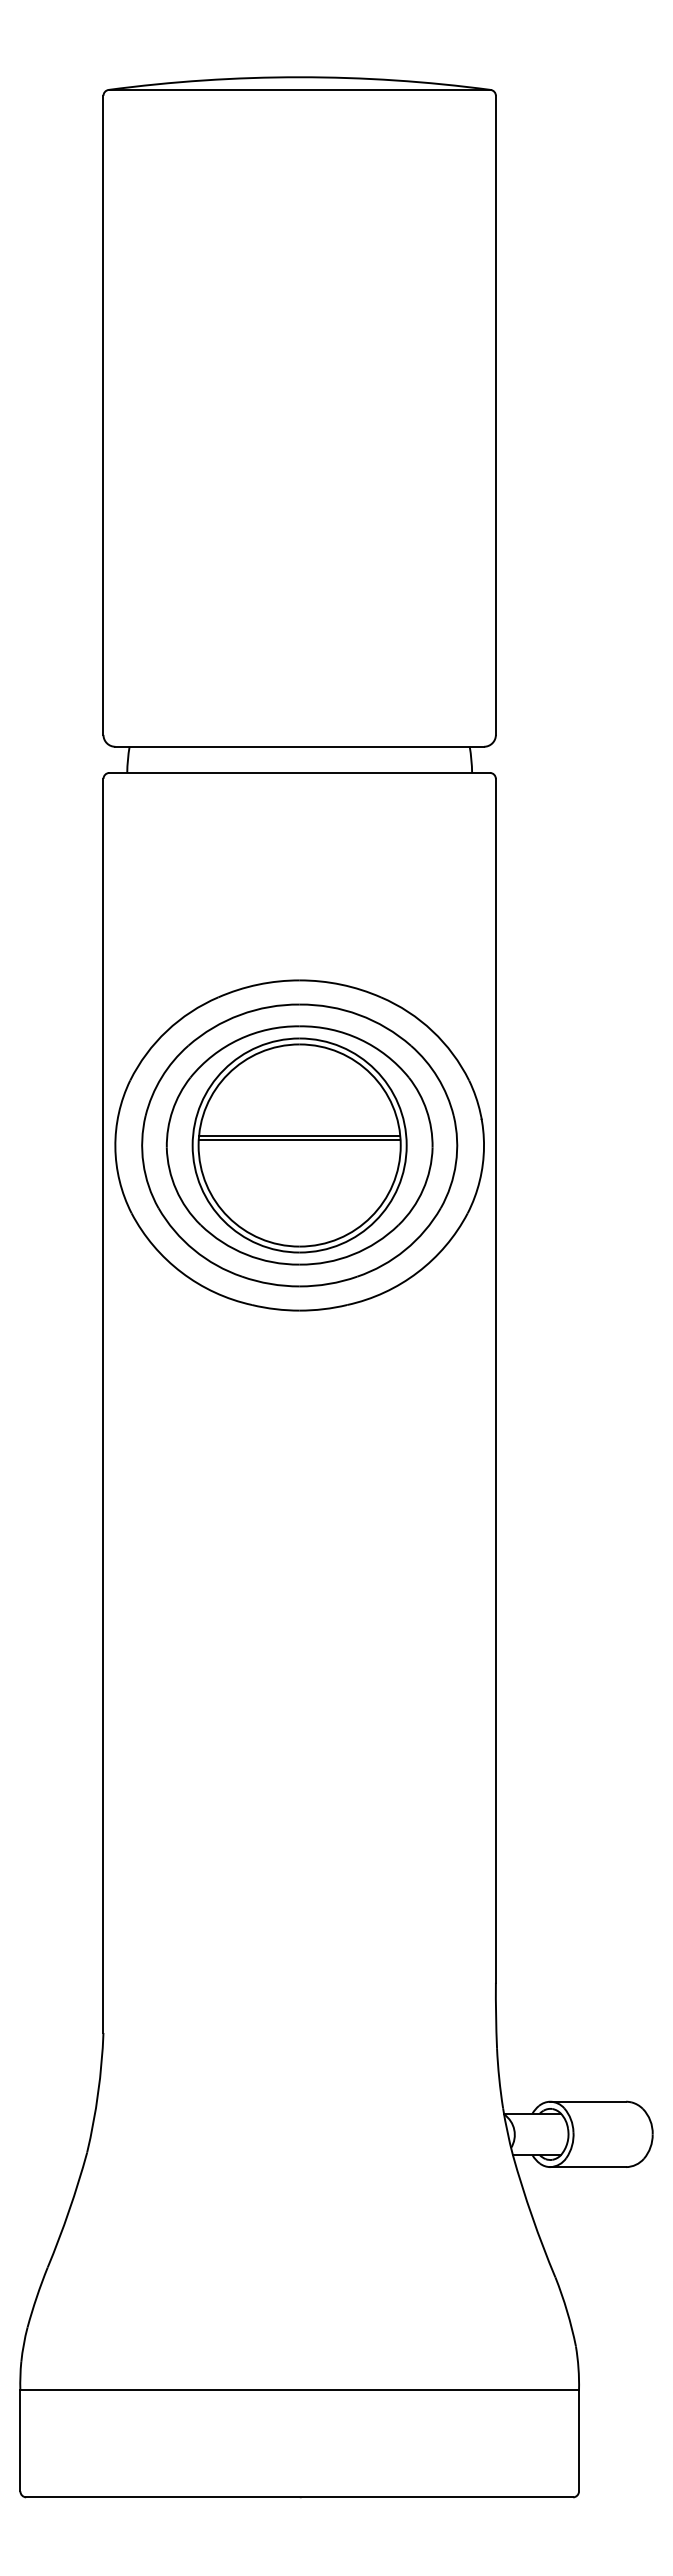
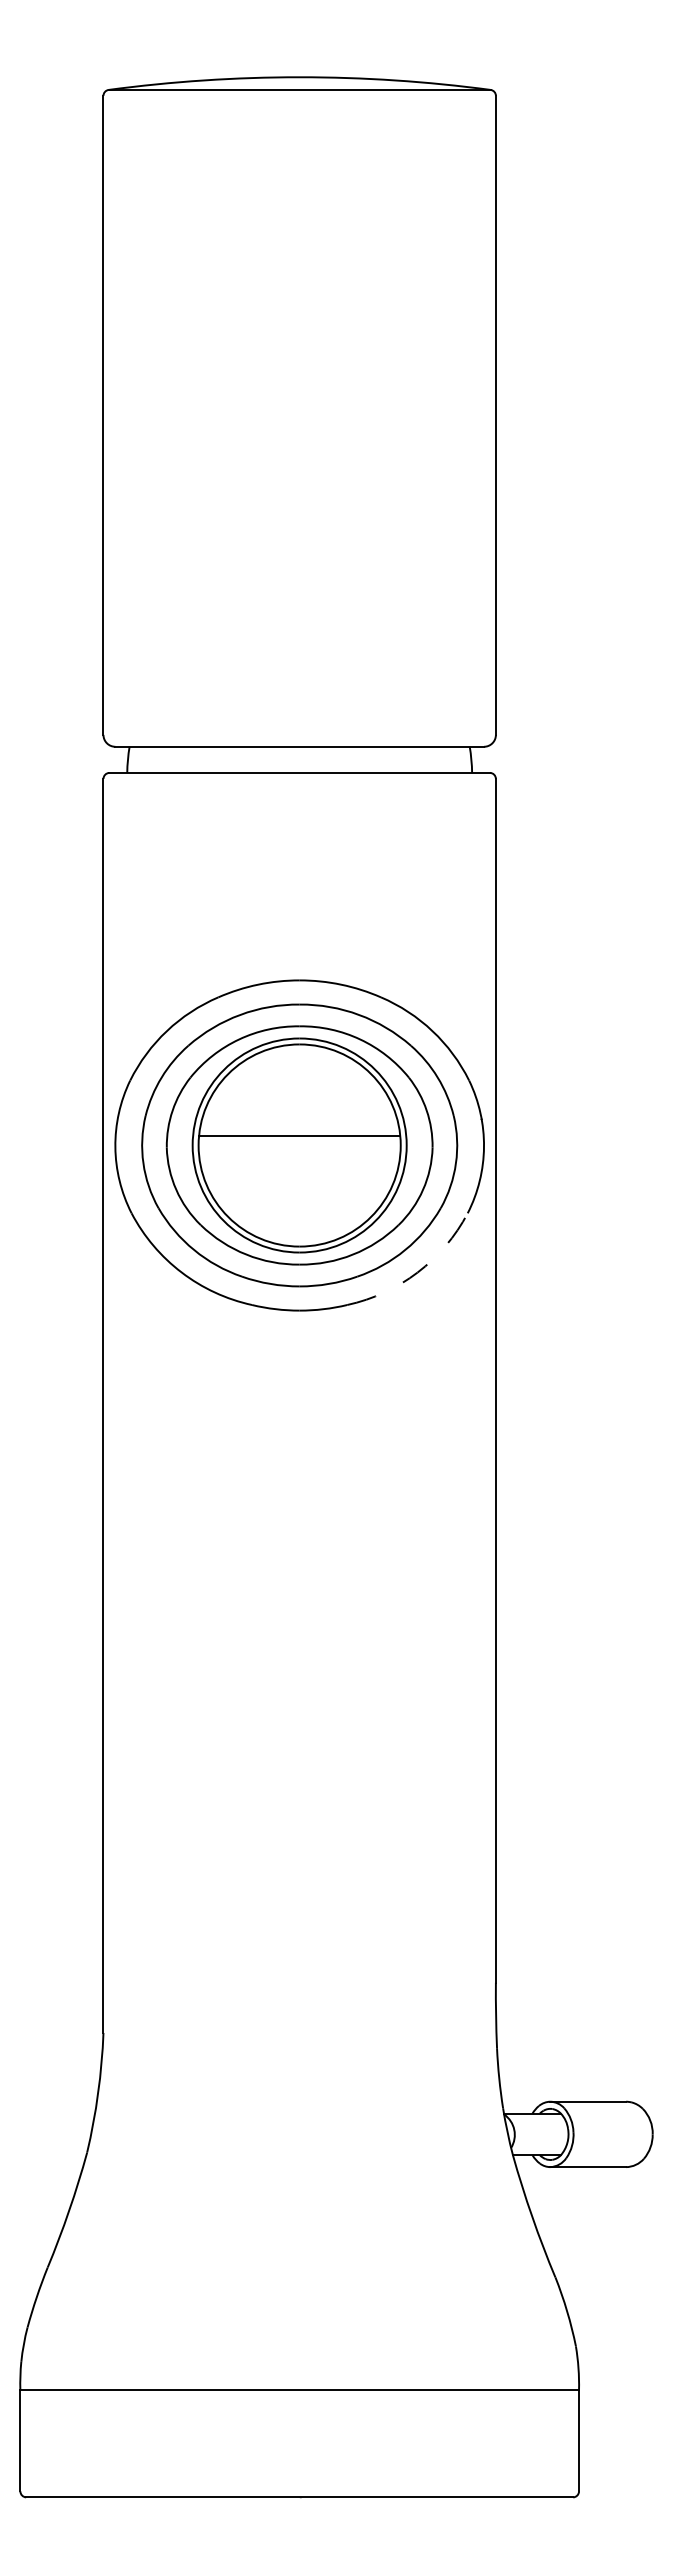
line at (299, 1139): present -> none
arc at (417, 1272): solid -> dashed
